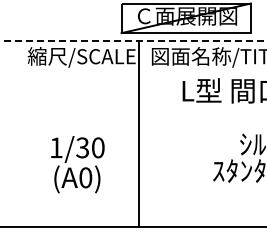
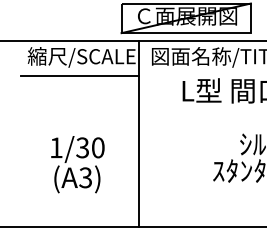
line at (133, 41): dashed -> solid
line at (79, 76): none -> present
text at (85, 177): (A0) -> (A3)
